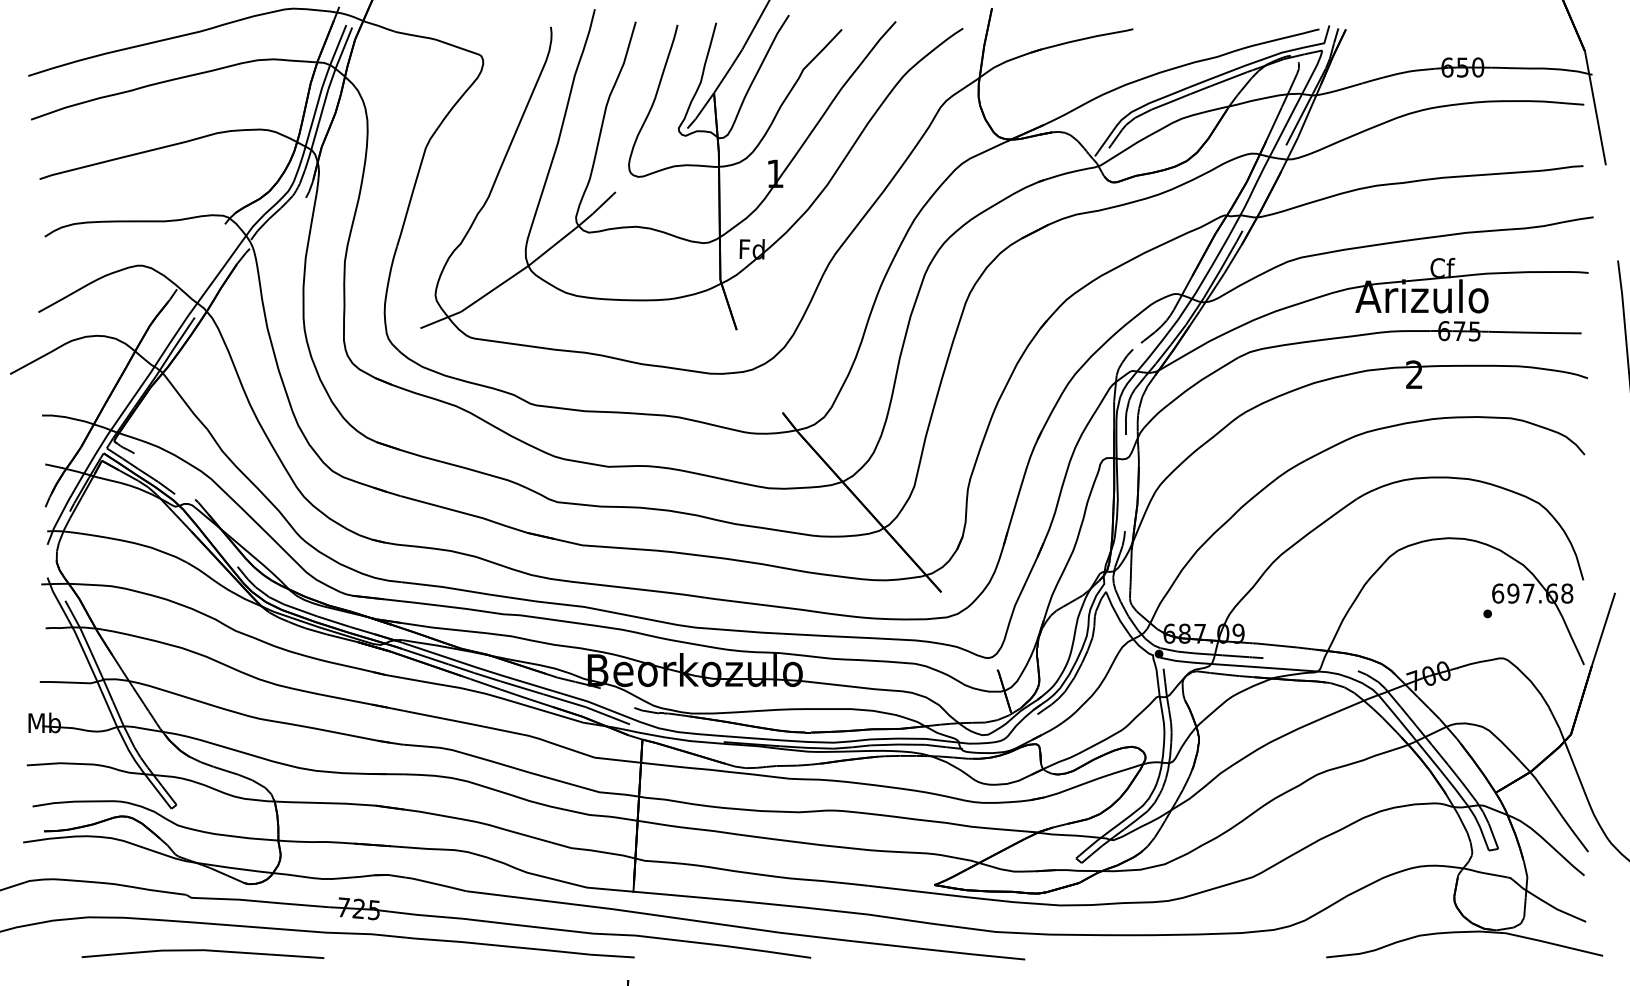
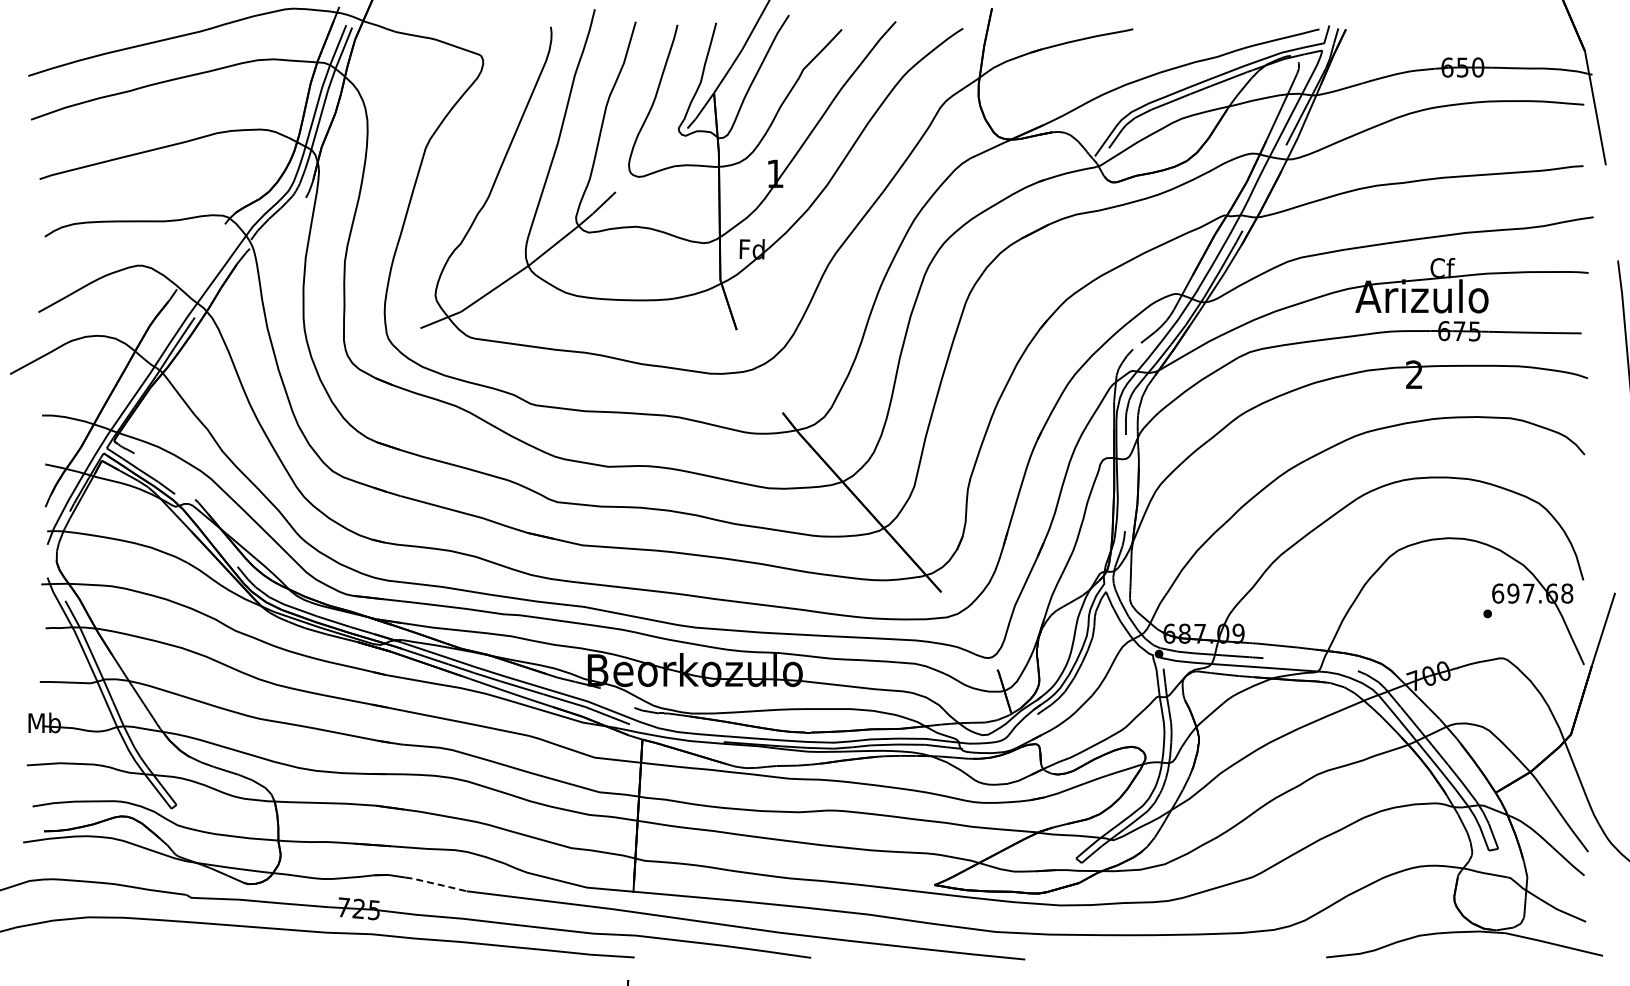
line at (435, 883): solid -> dashed
curve at (202, 951): present -> none
